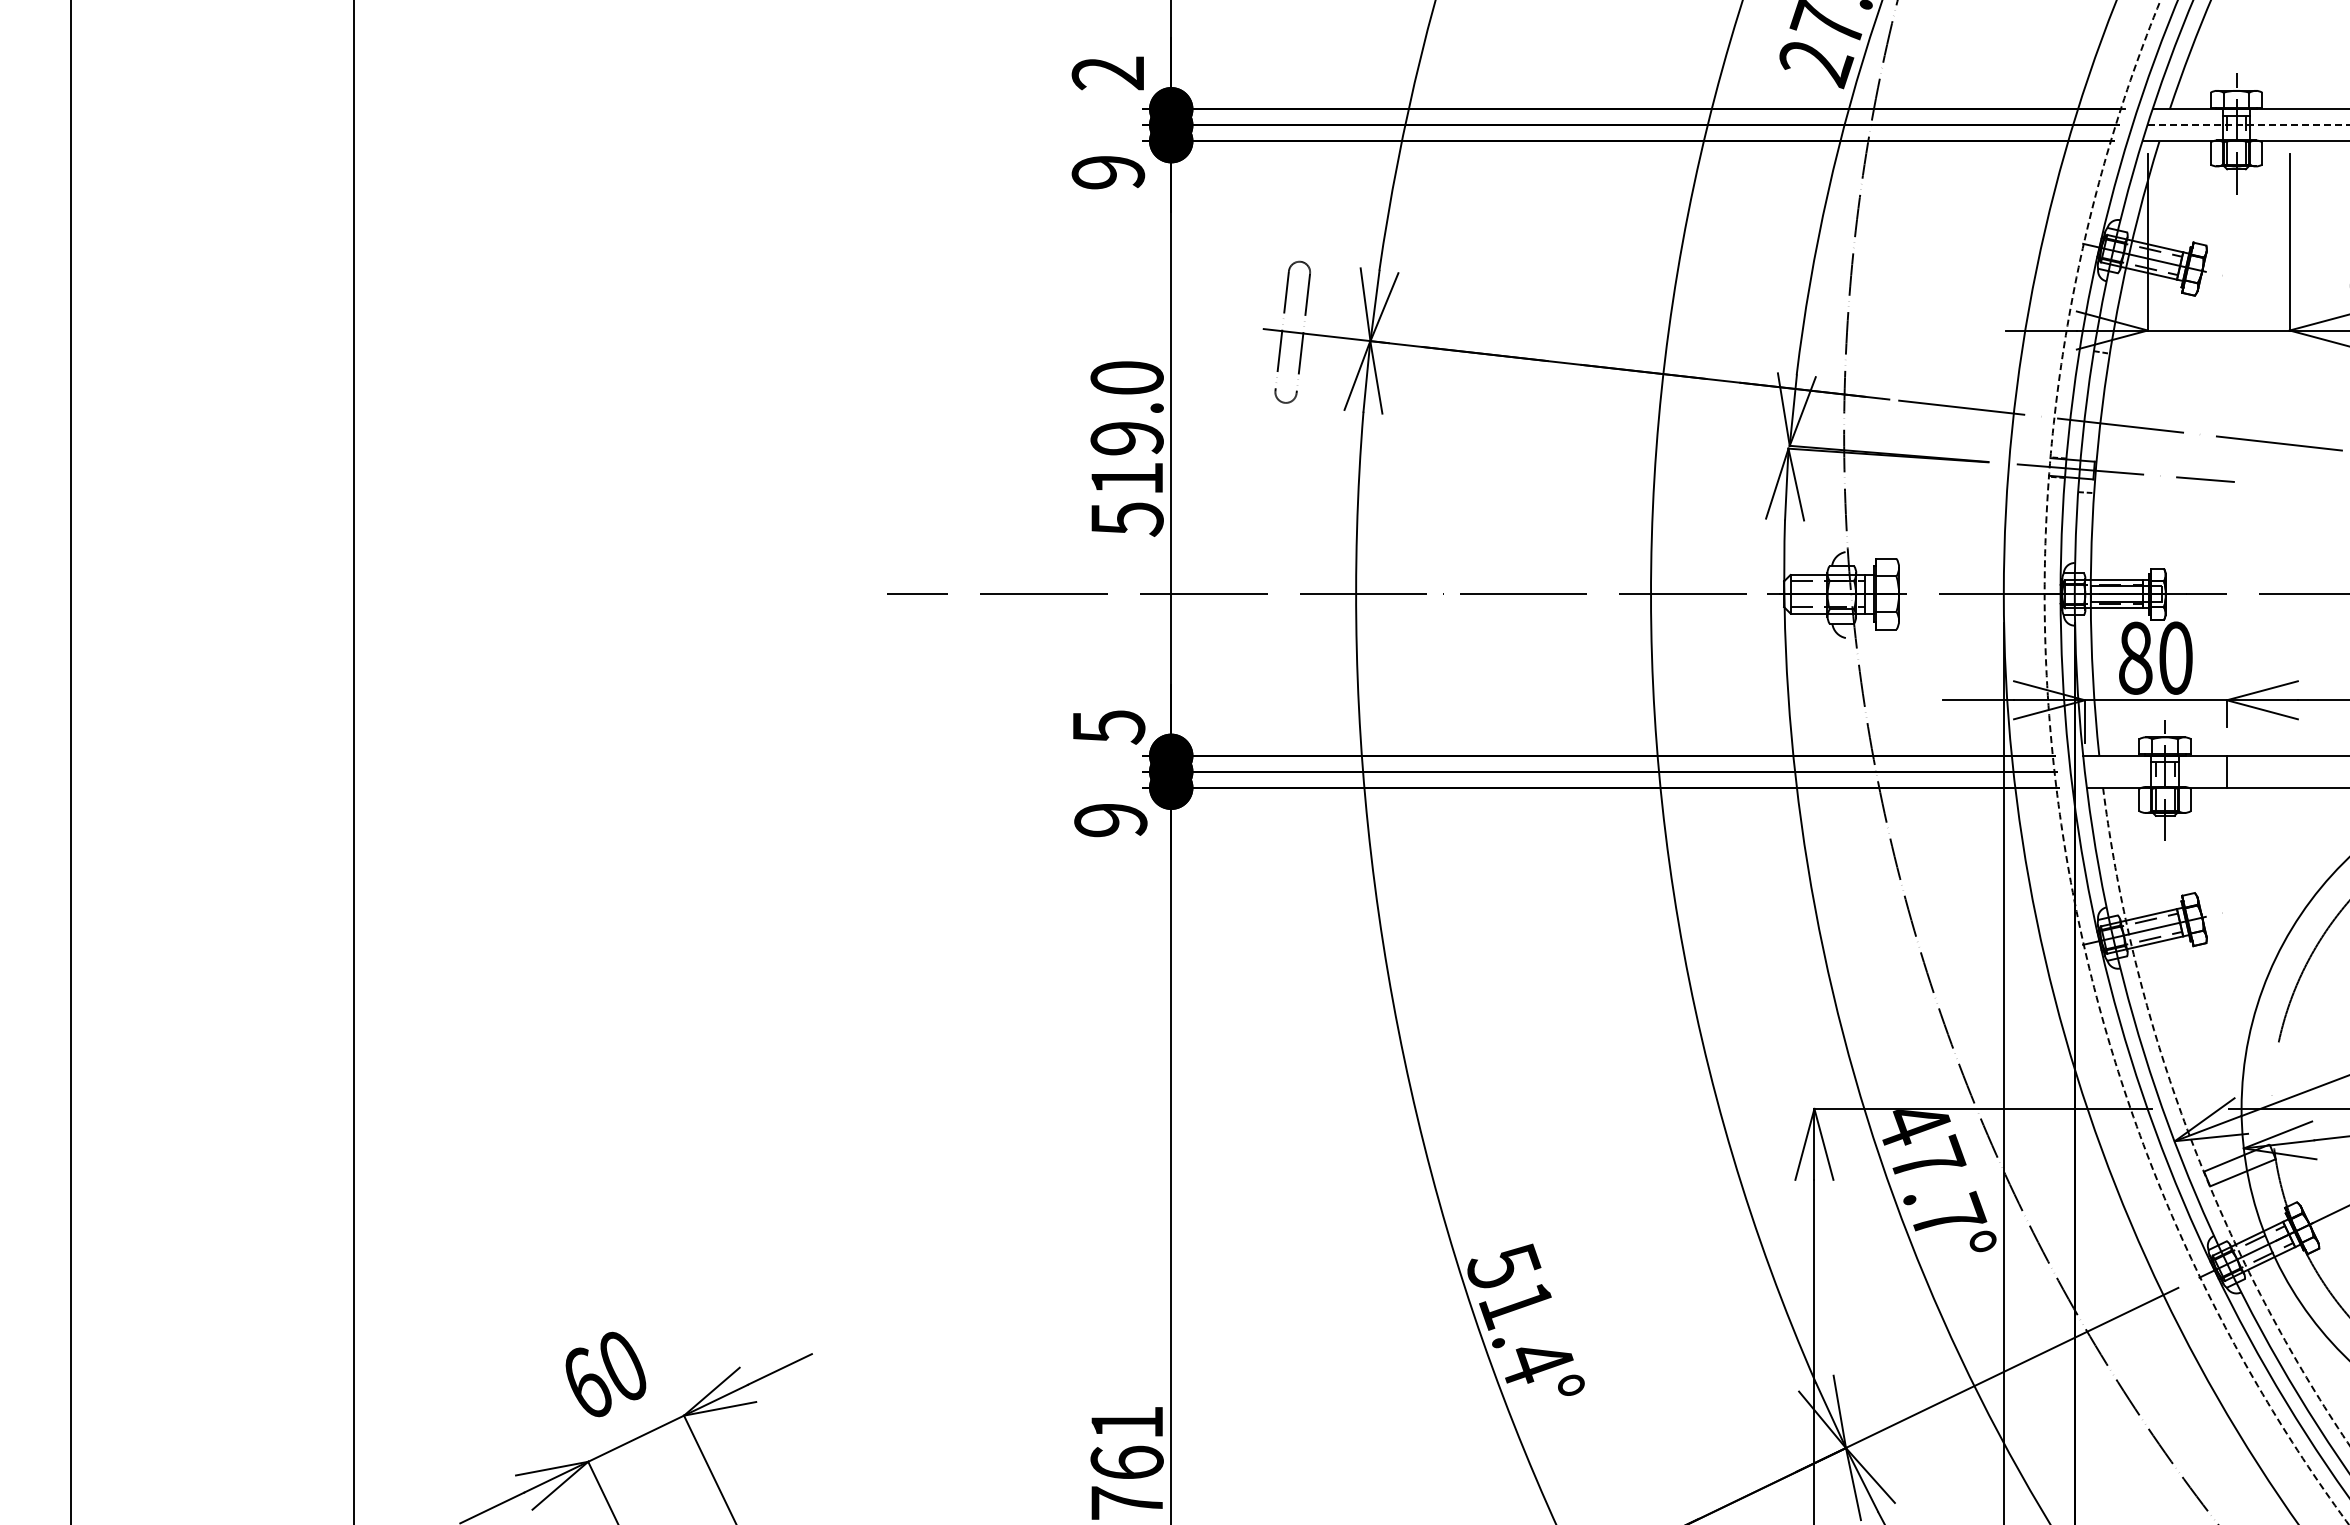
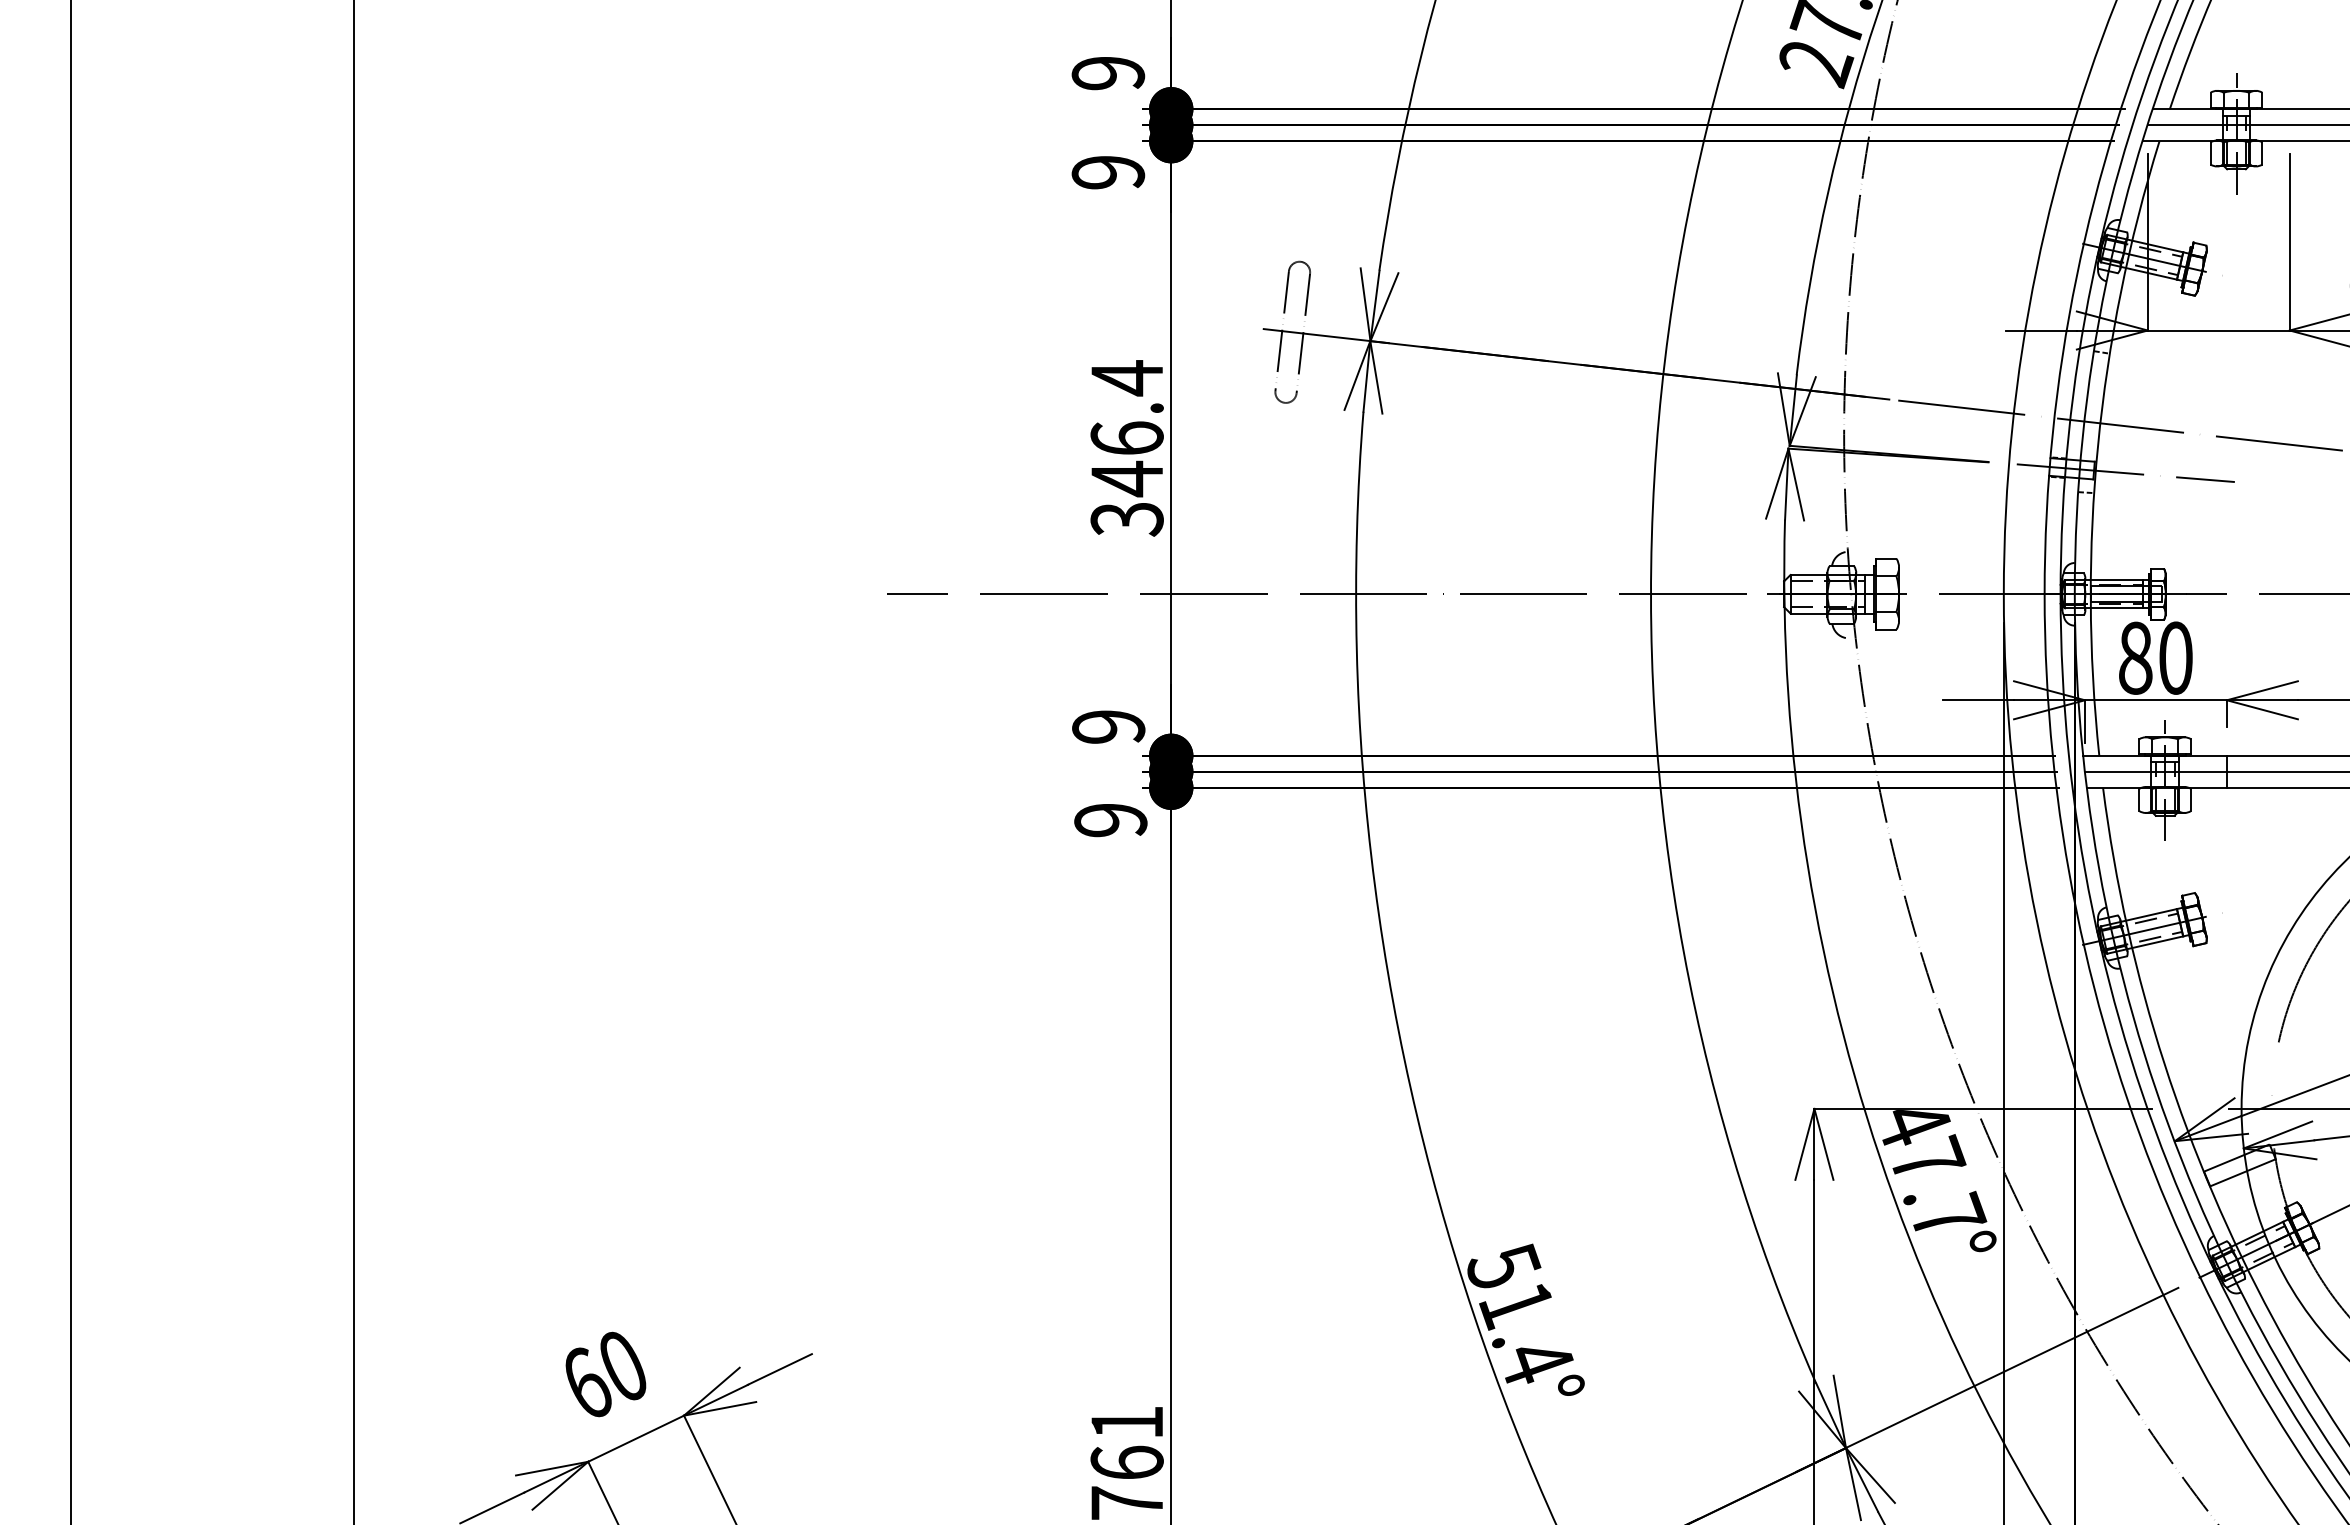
text at (1108, 73): 2 -> 9
line at (2248, 125): dashed -> solid
text at (1126, 448): 519.0 -> 346.4
text at (1108, 727): 5 -> 9
circle at (2196, 762): dashed -> solid
line at (2215, 771): none -> present
arc at (2188, 1132): dashed -> solid
